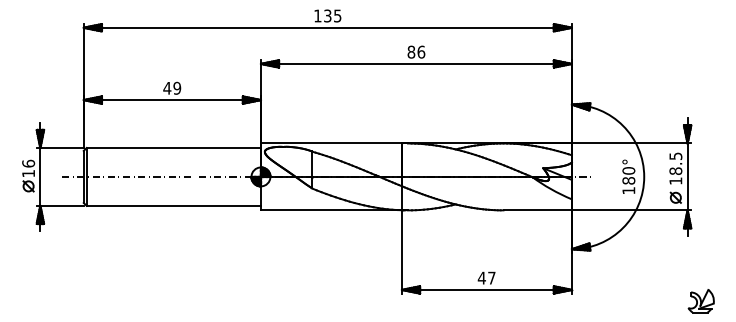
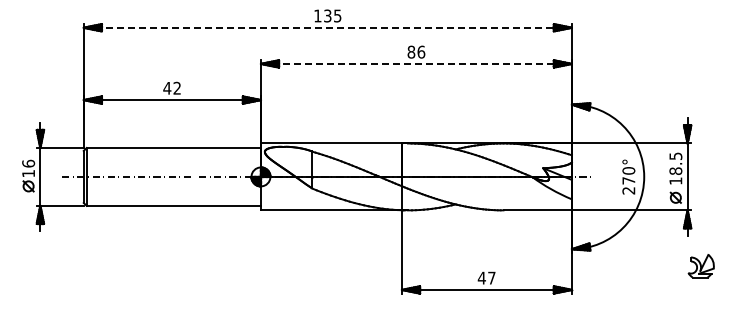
line at (328, 27): solid -> dashed
line at (416, 63): solid -> dashed
text at (177, 88): 49 -> 42
text at (628, 185): 180° -> 270°
part at (700, 301) position: (700, 301) -> (700, 266)
